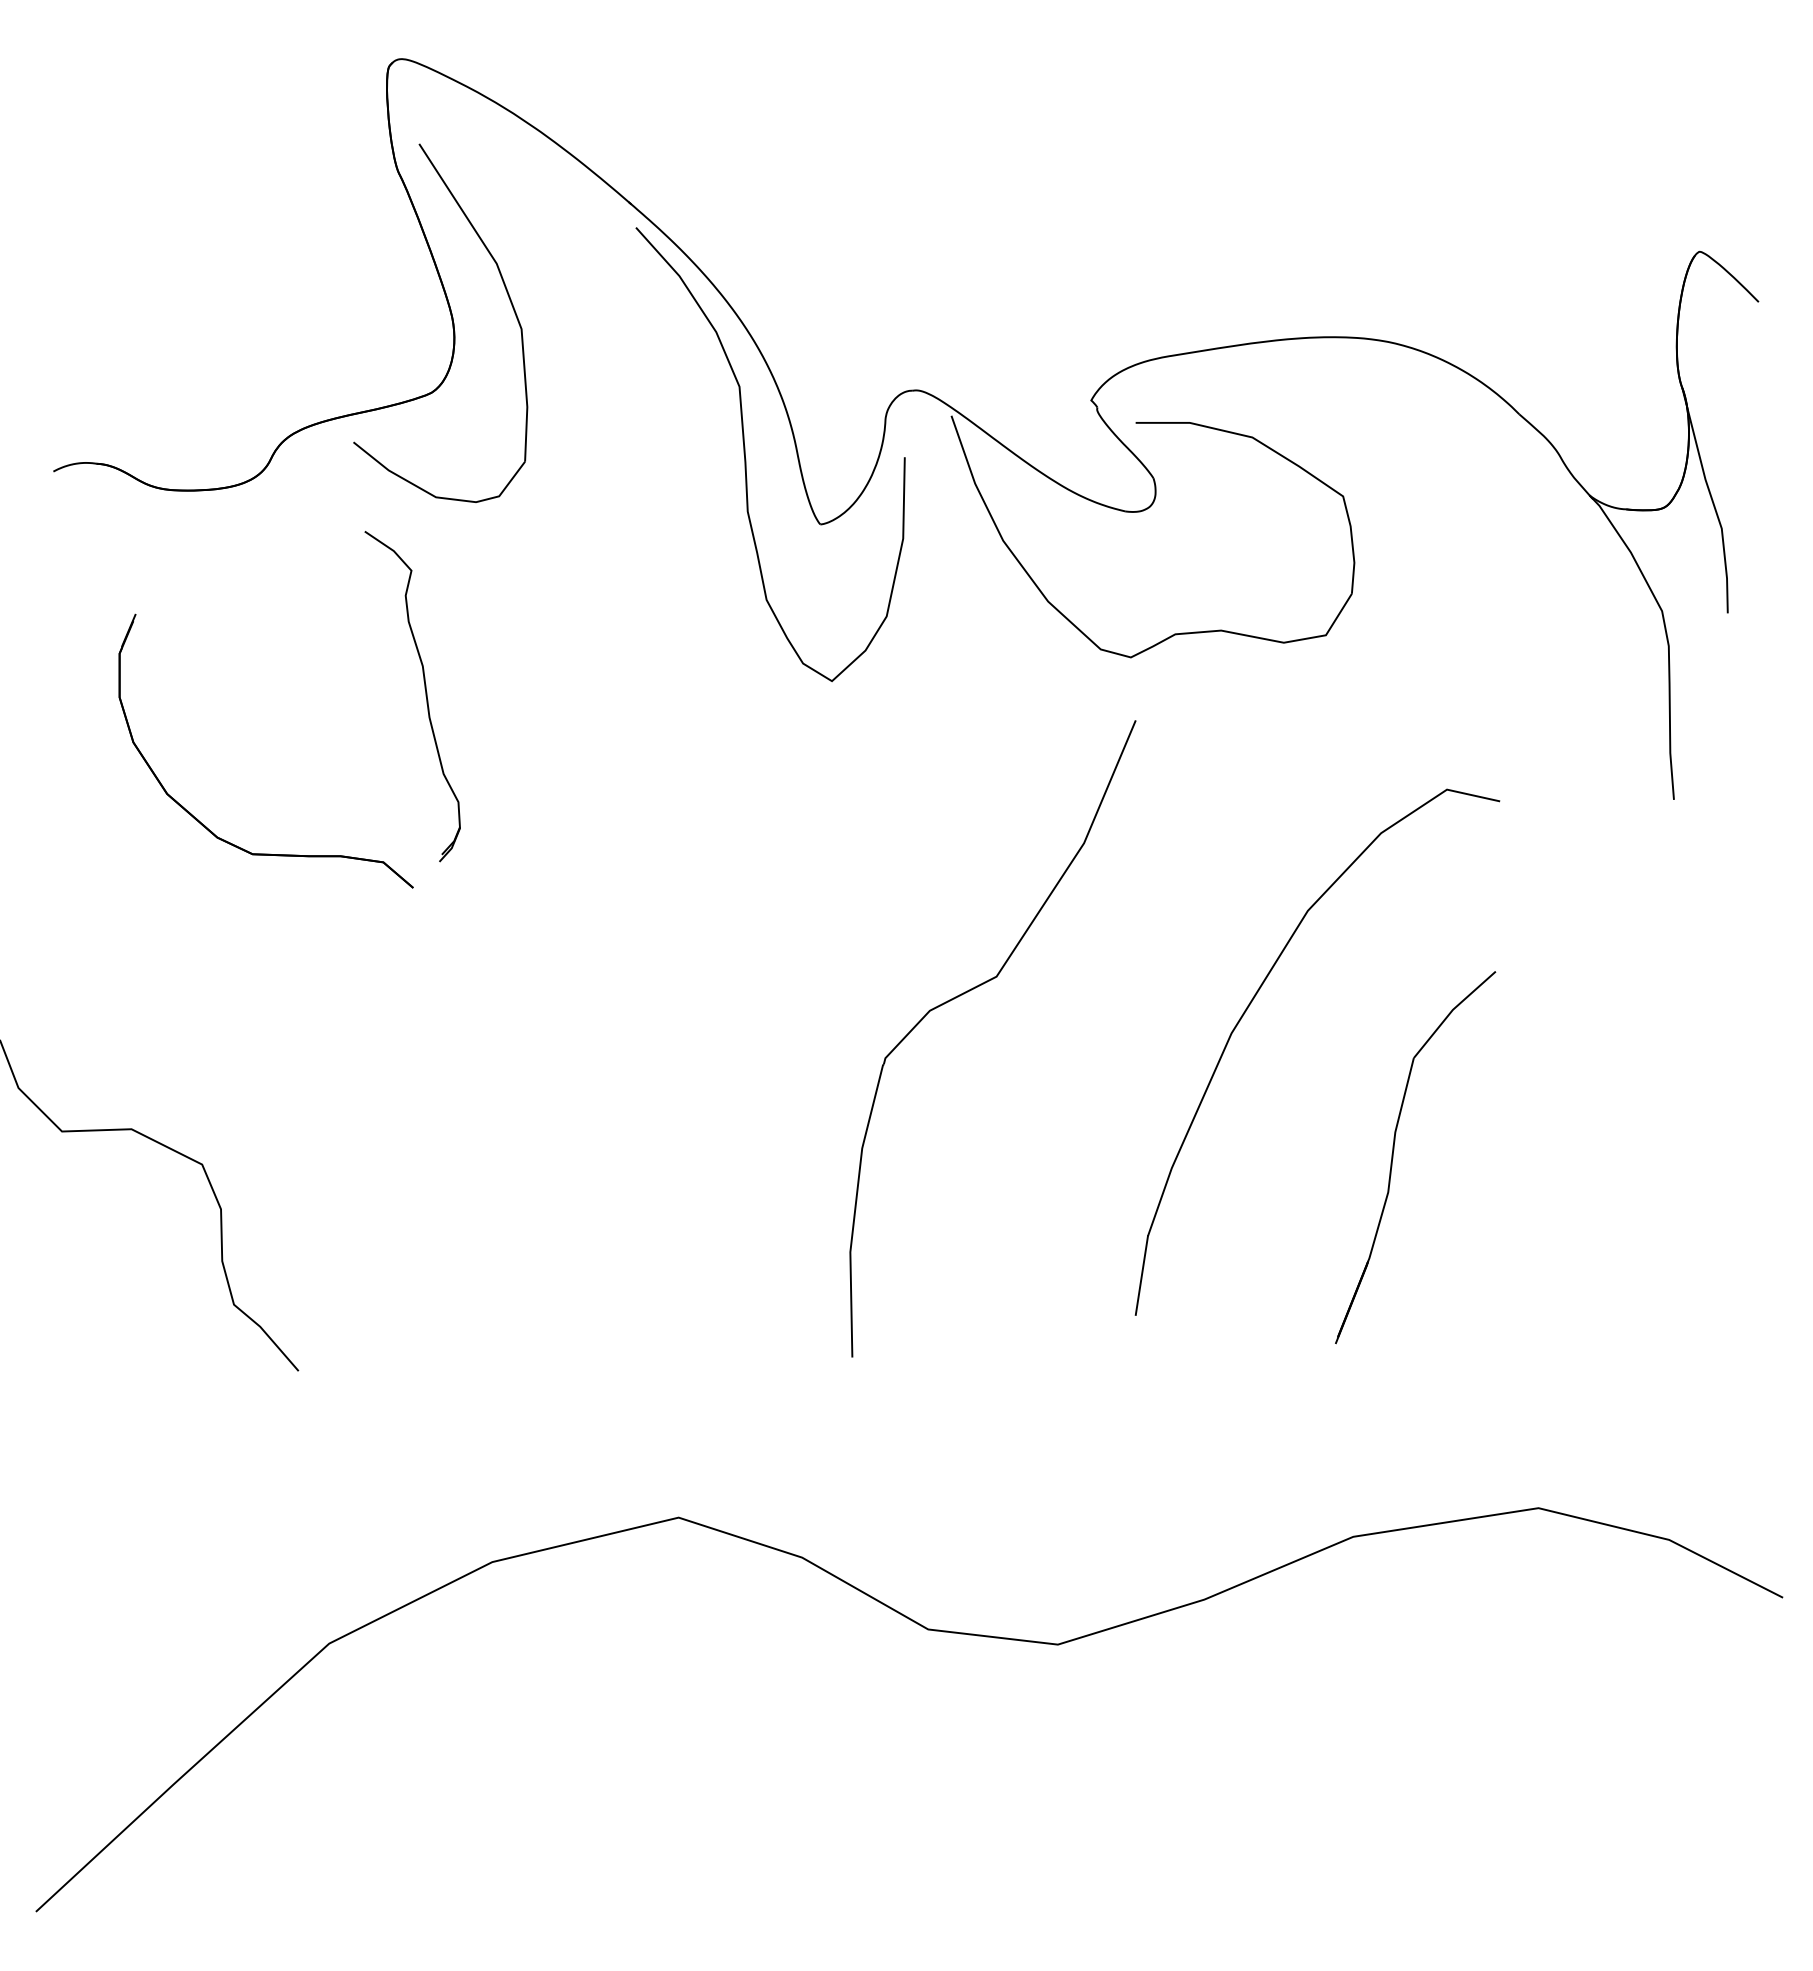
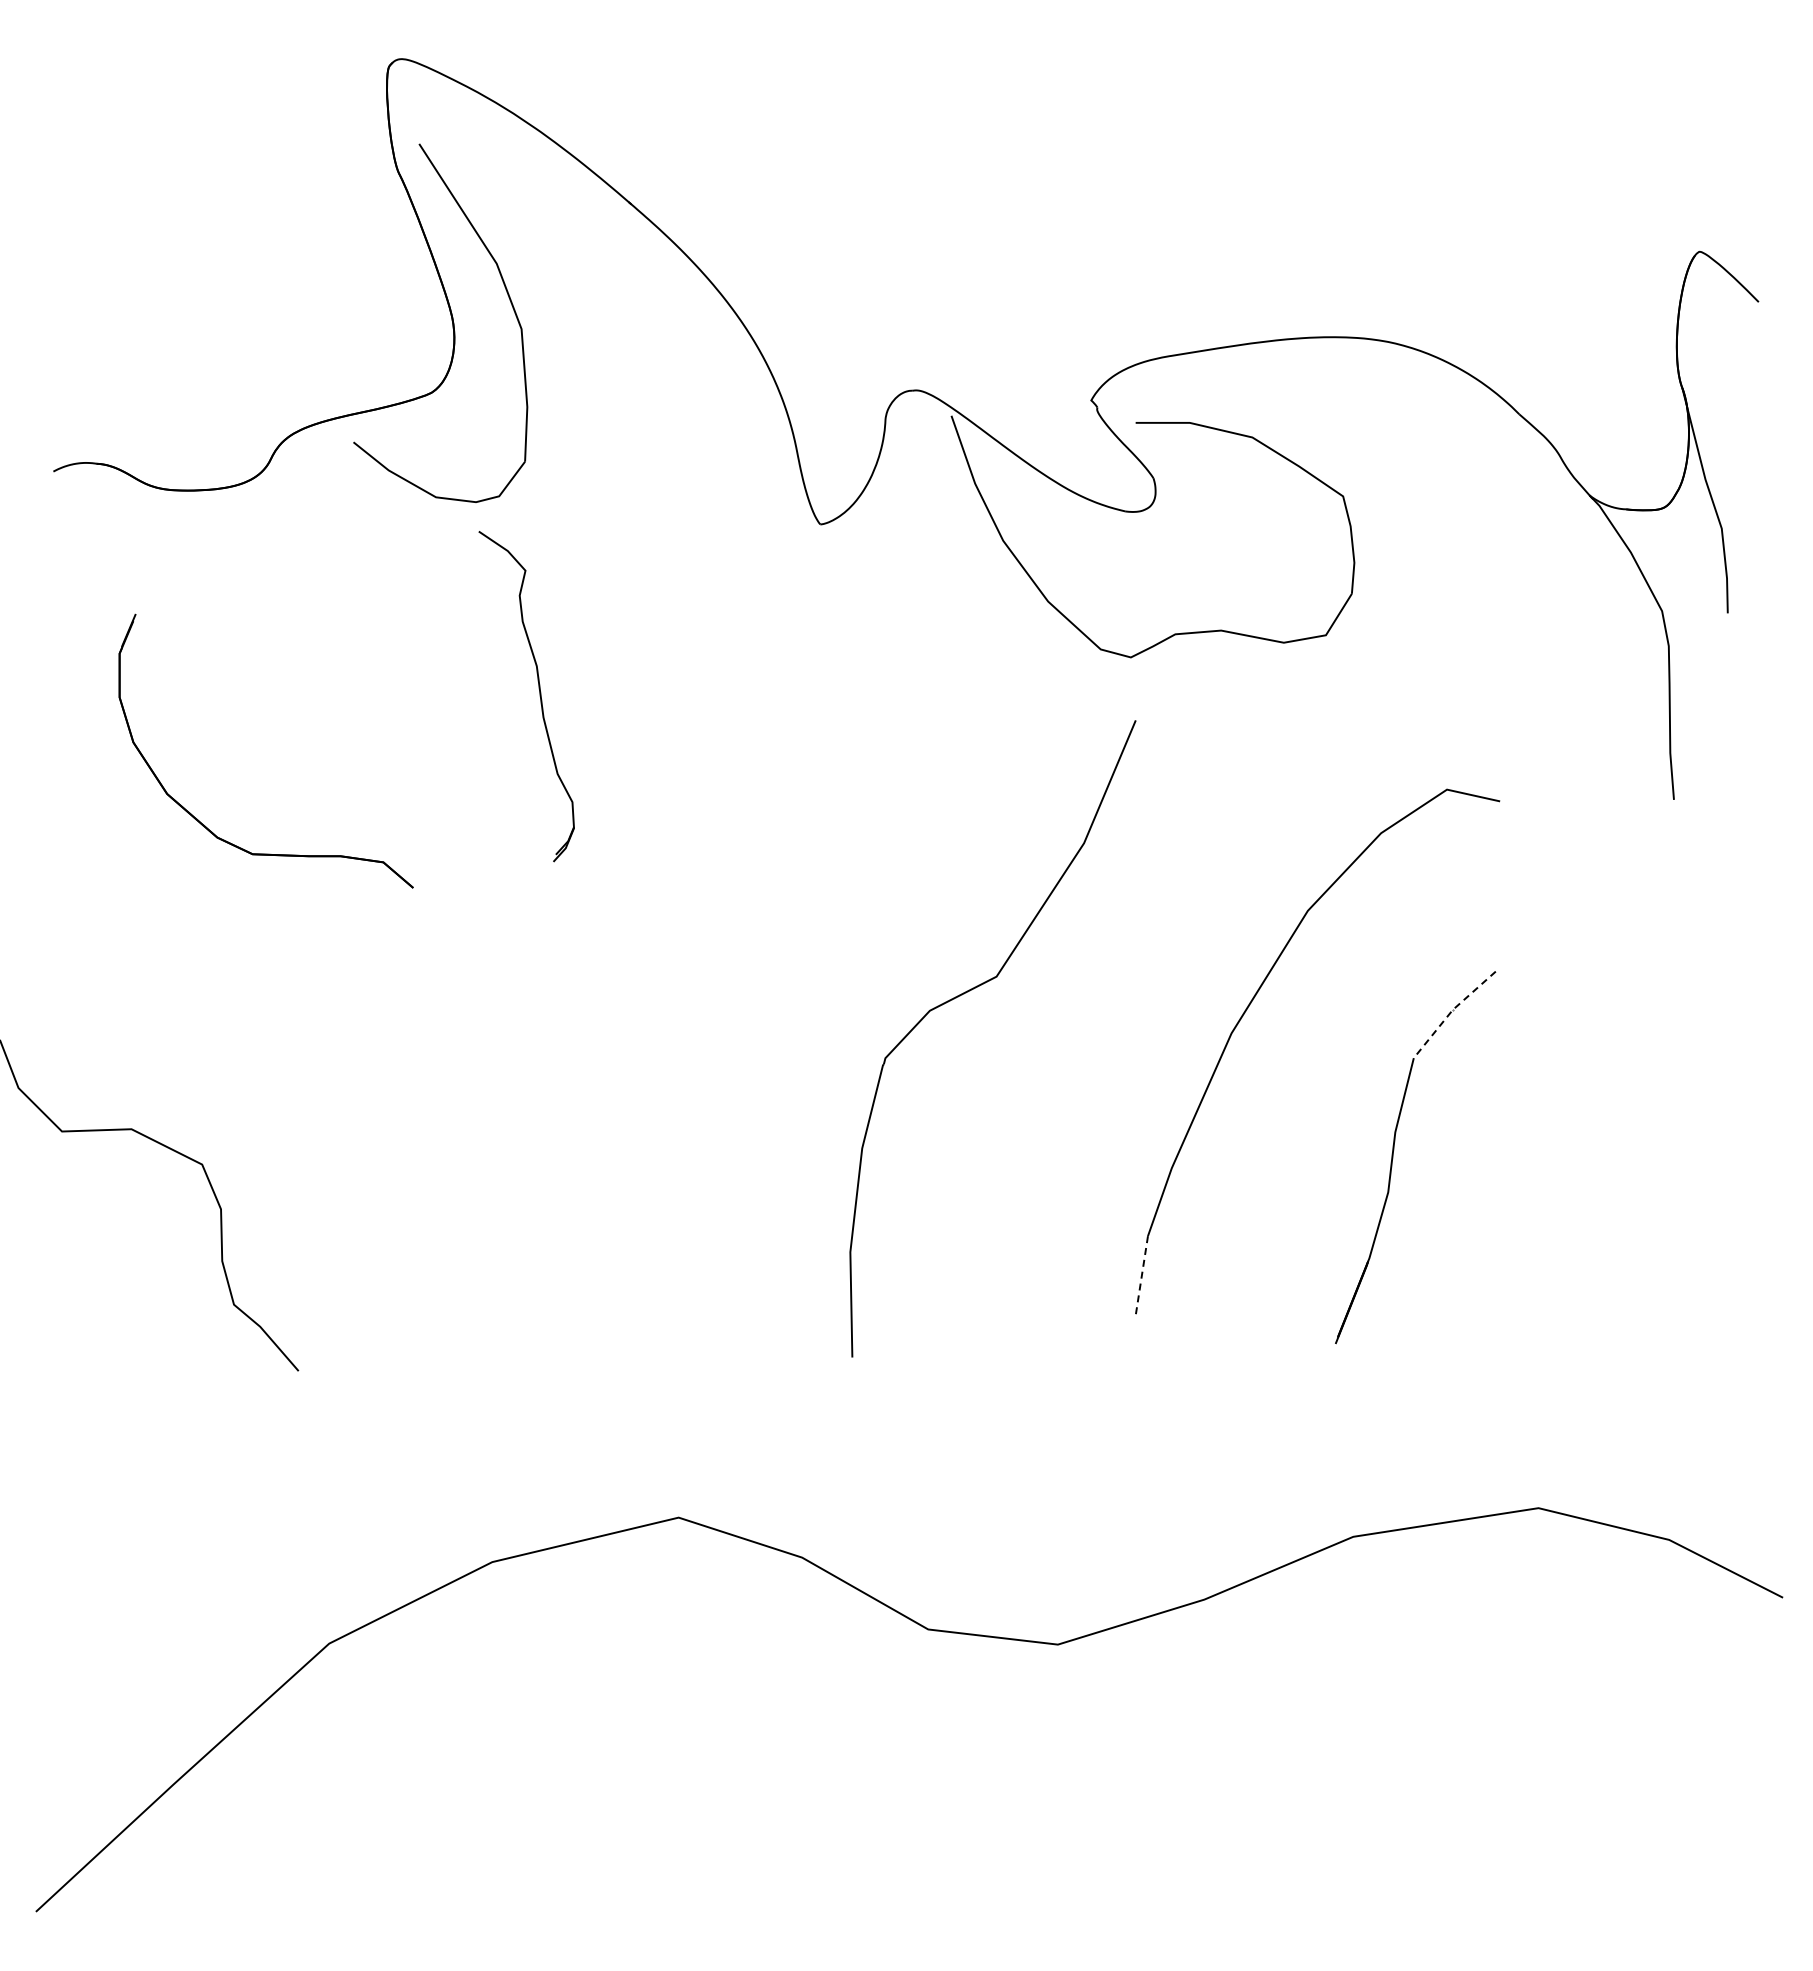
curve at (746, 459): present -> none
part at (425, 696) position: (425, 696) -> (539, 696)
line at (1451, 1011): solid -> dashed
line at (1141, 1275): solid -> dashed
